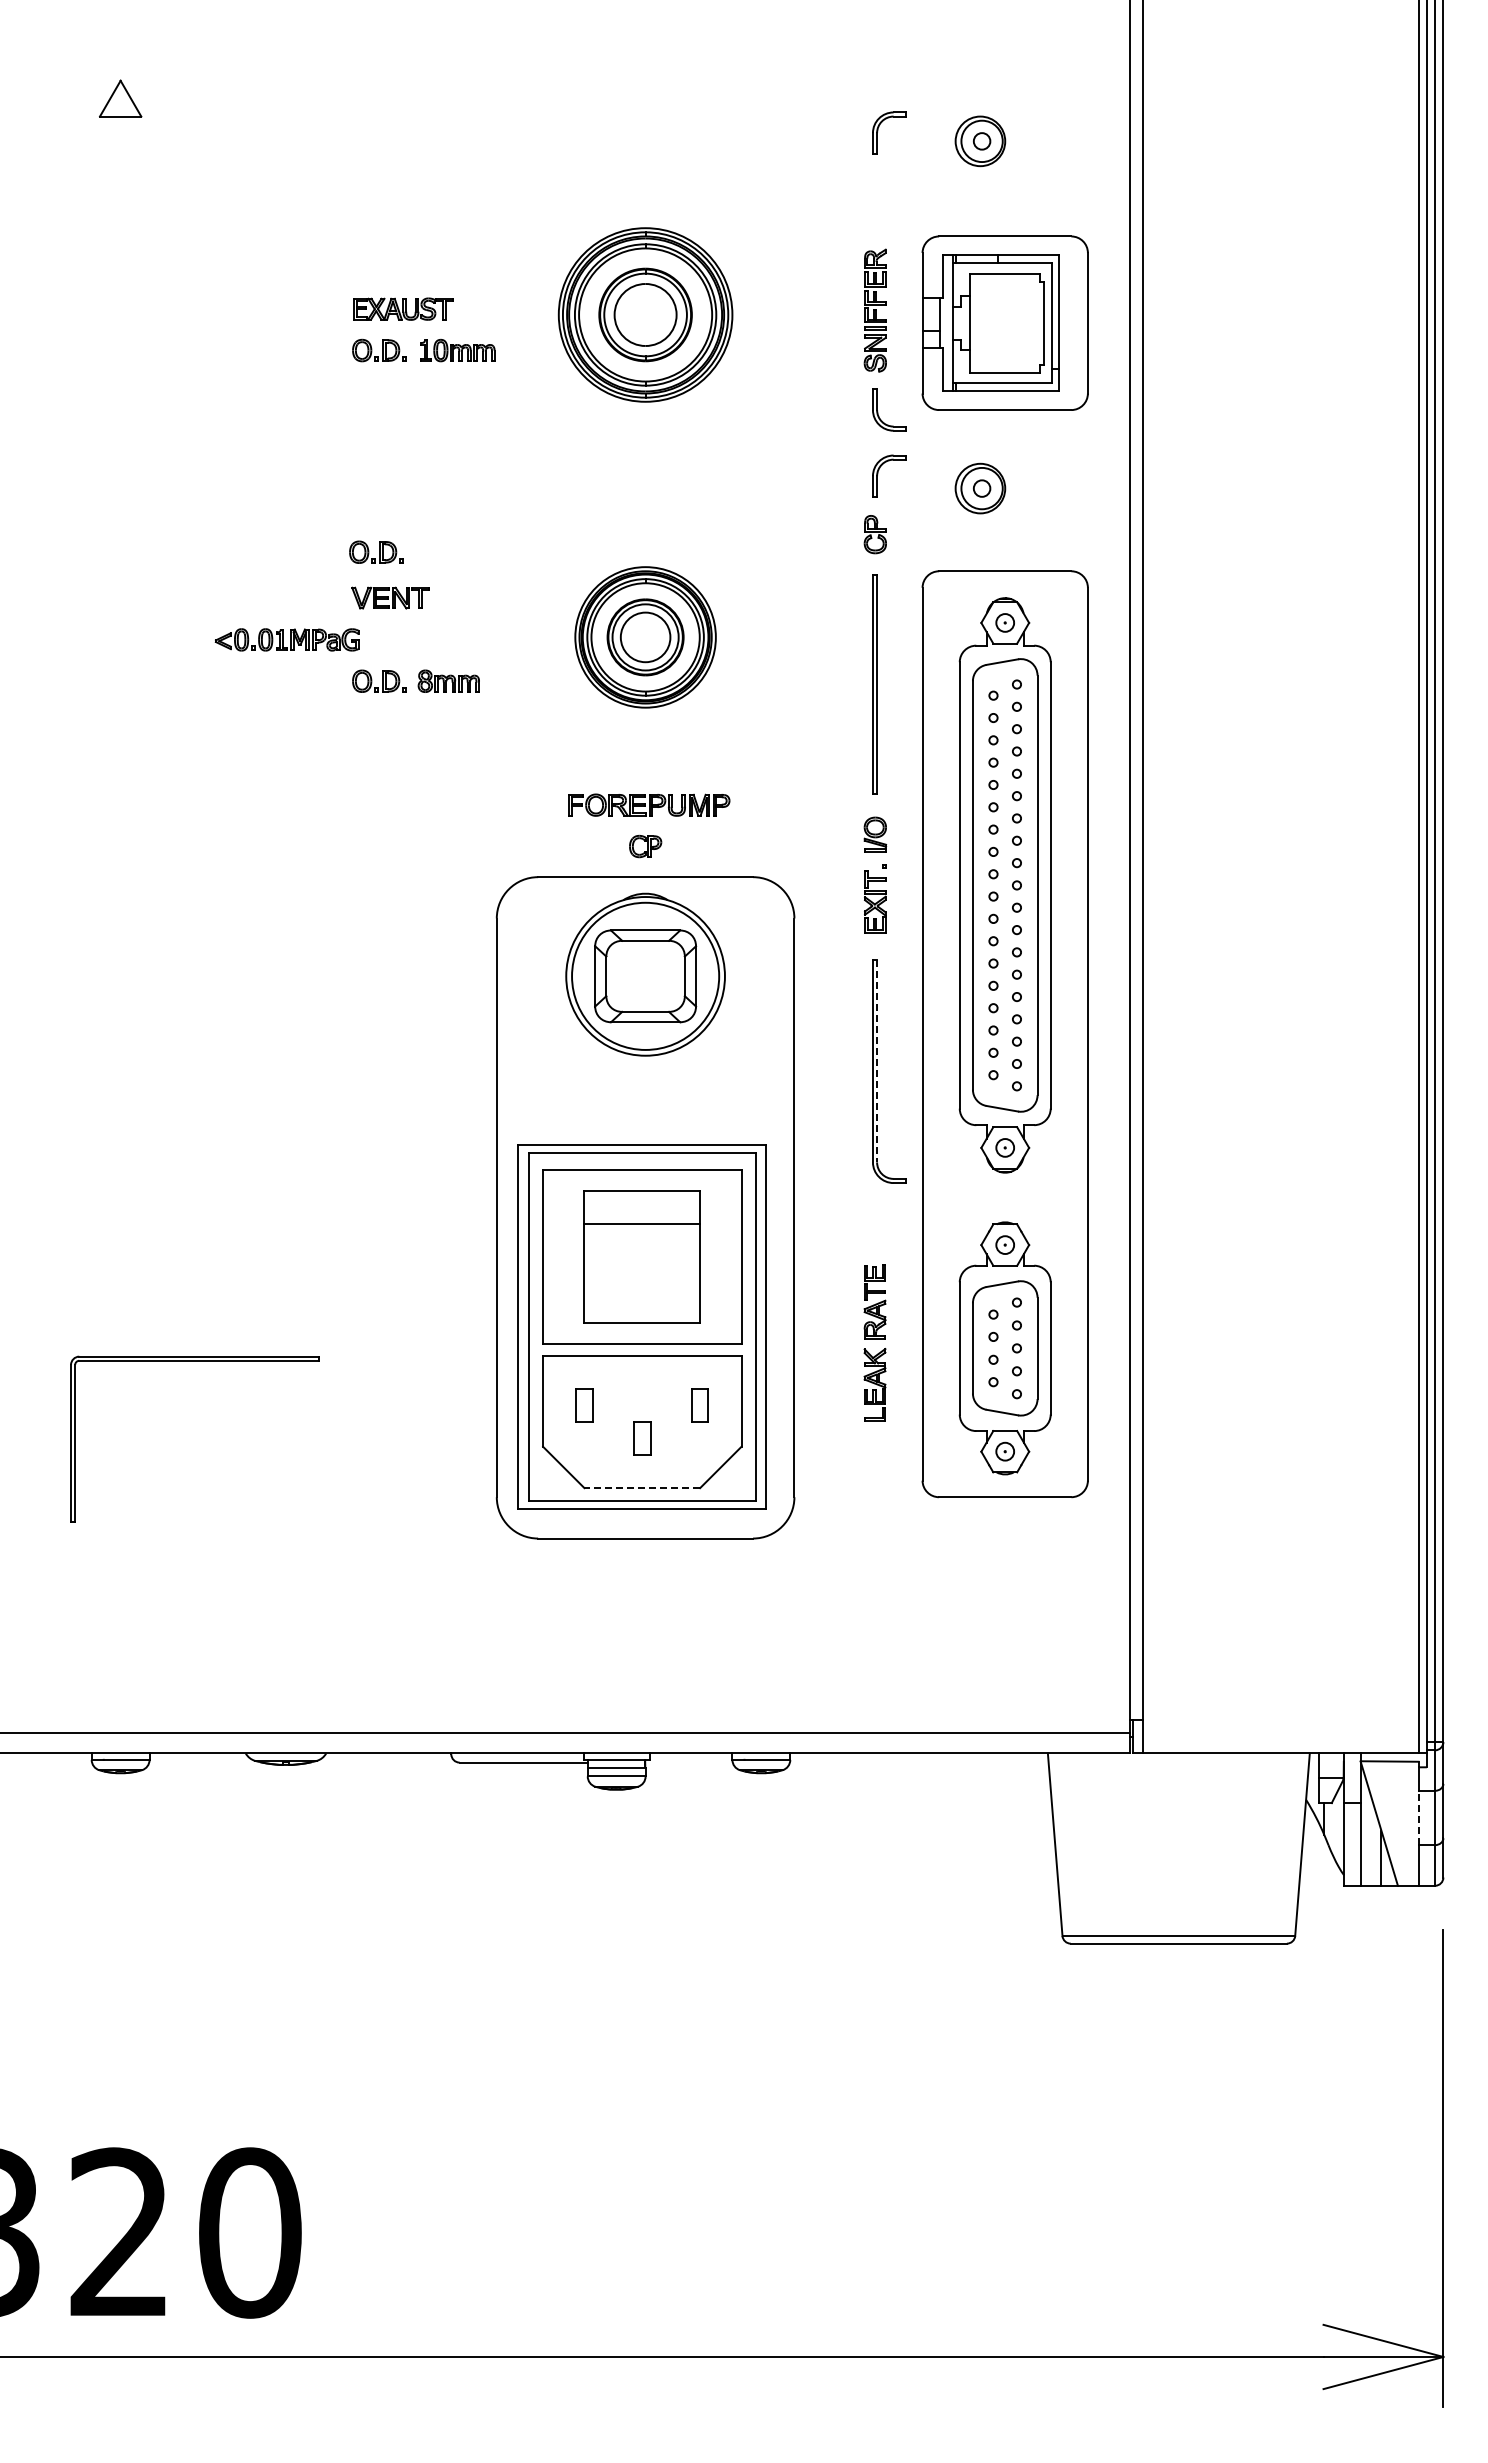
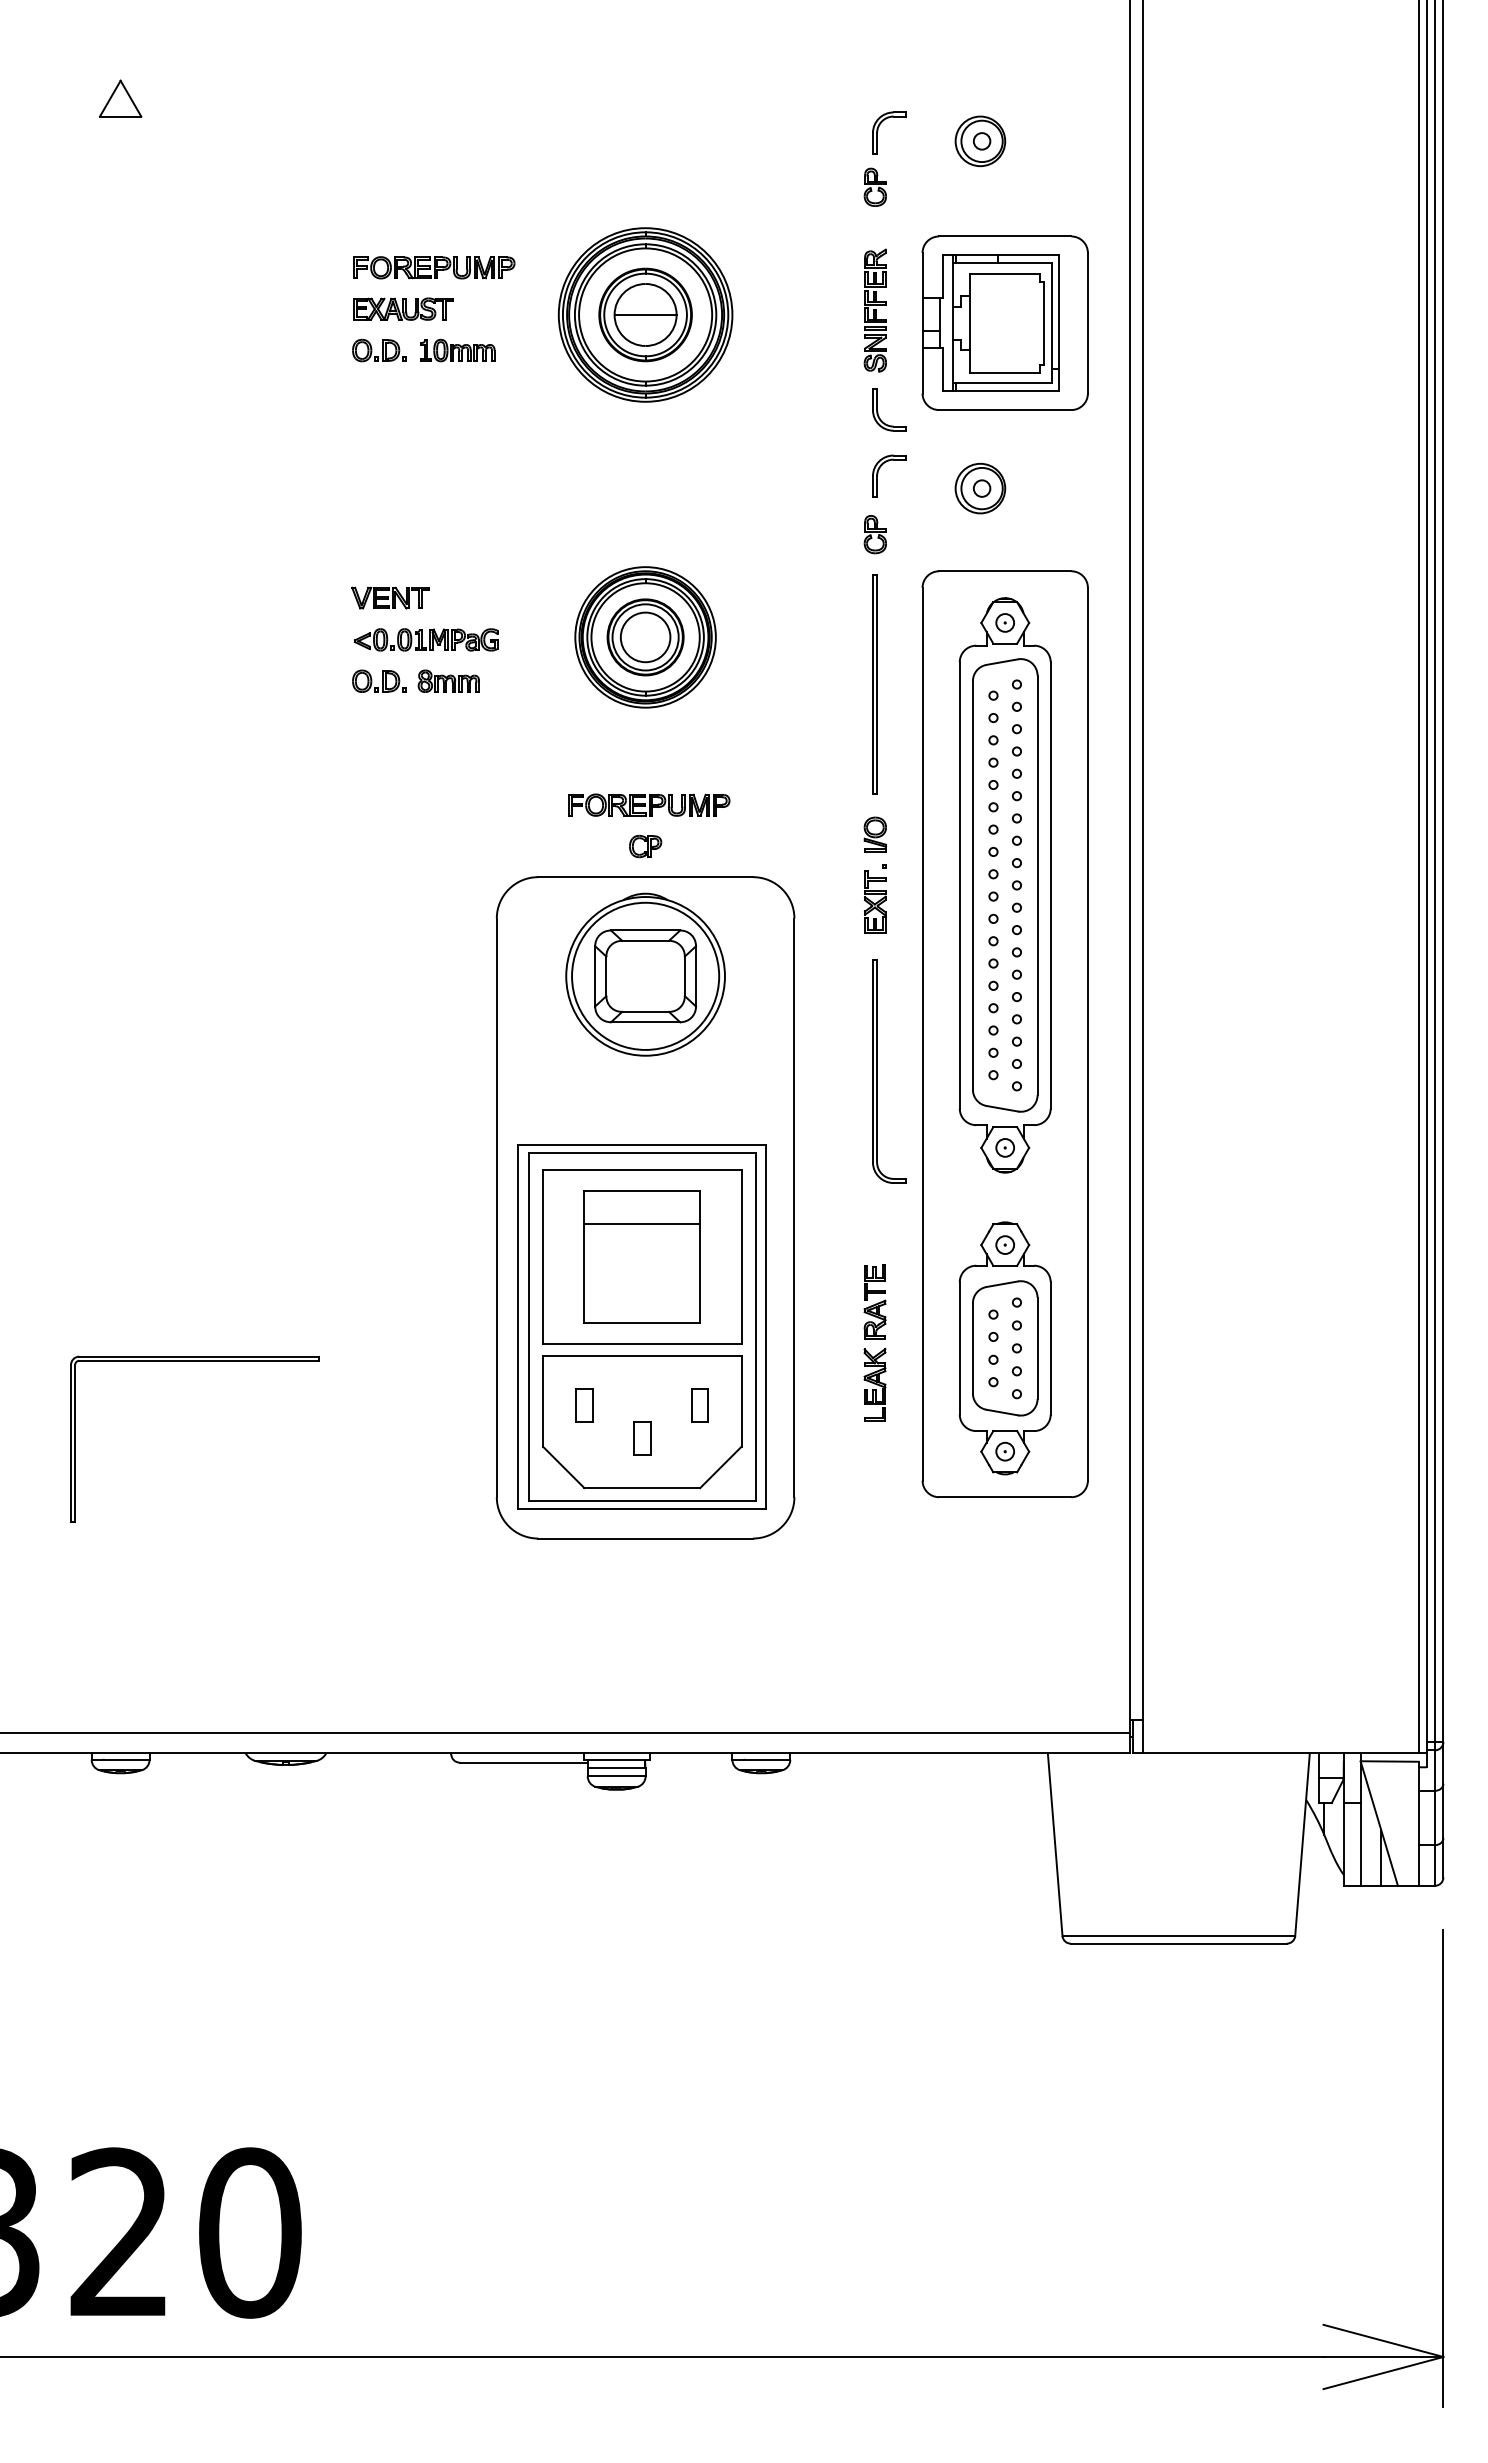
part at (874, 186): none -> present
part at (434, 267): none -> present
line at (645, 315): none -> present
part at (376, 551): present -> none
part at (286, 639) position: (286, 639) -> (425, 639)
line at (877, 1061): dashed -> solid
line at (642, 1488): dashed -> solid
line at (1418, 1817): dashed -> solid
